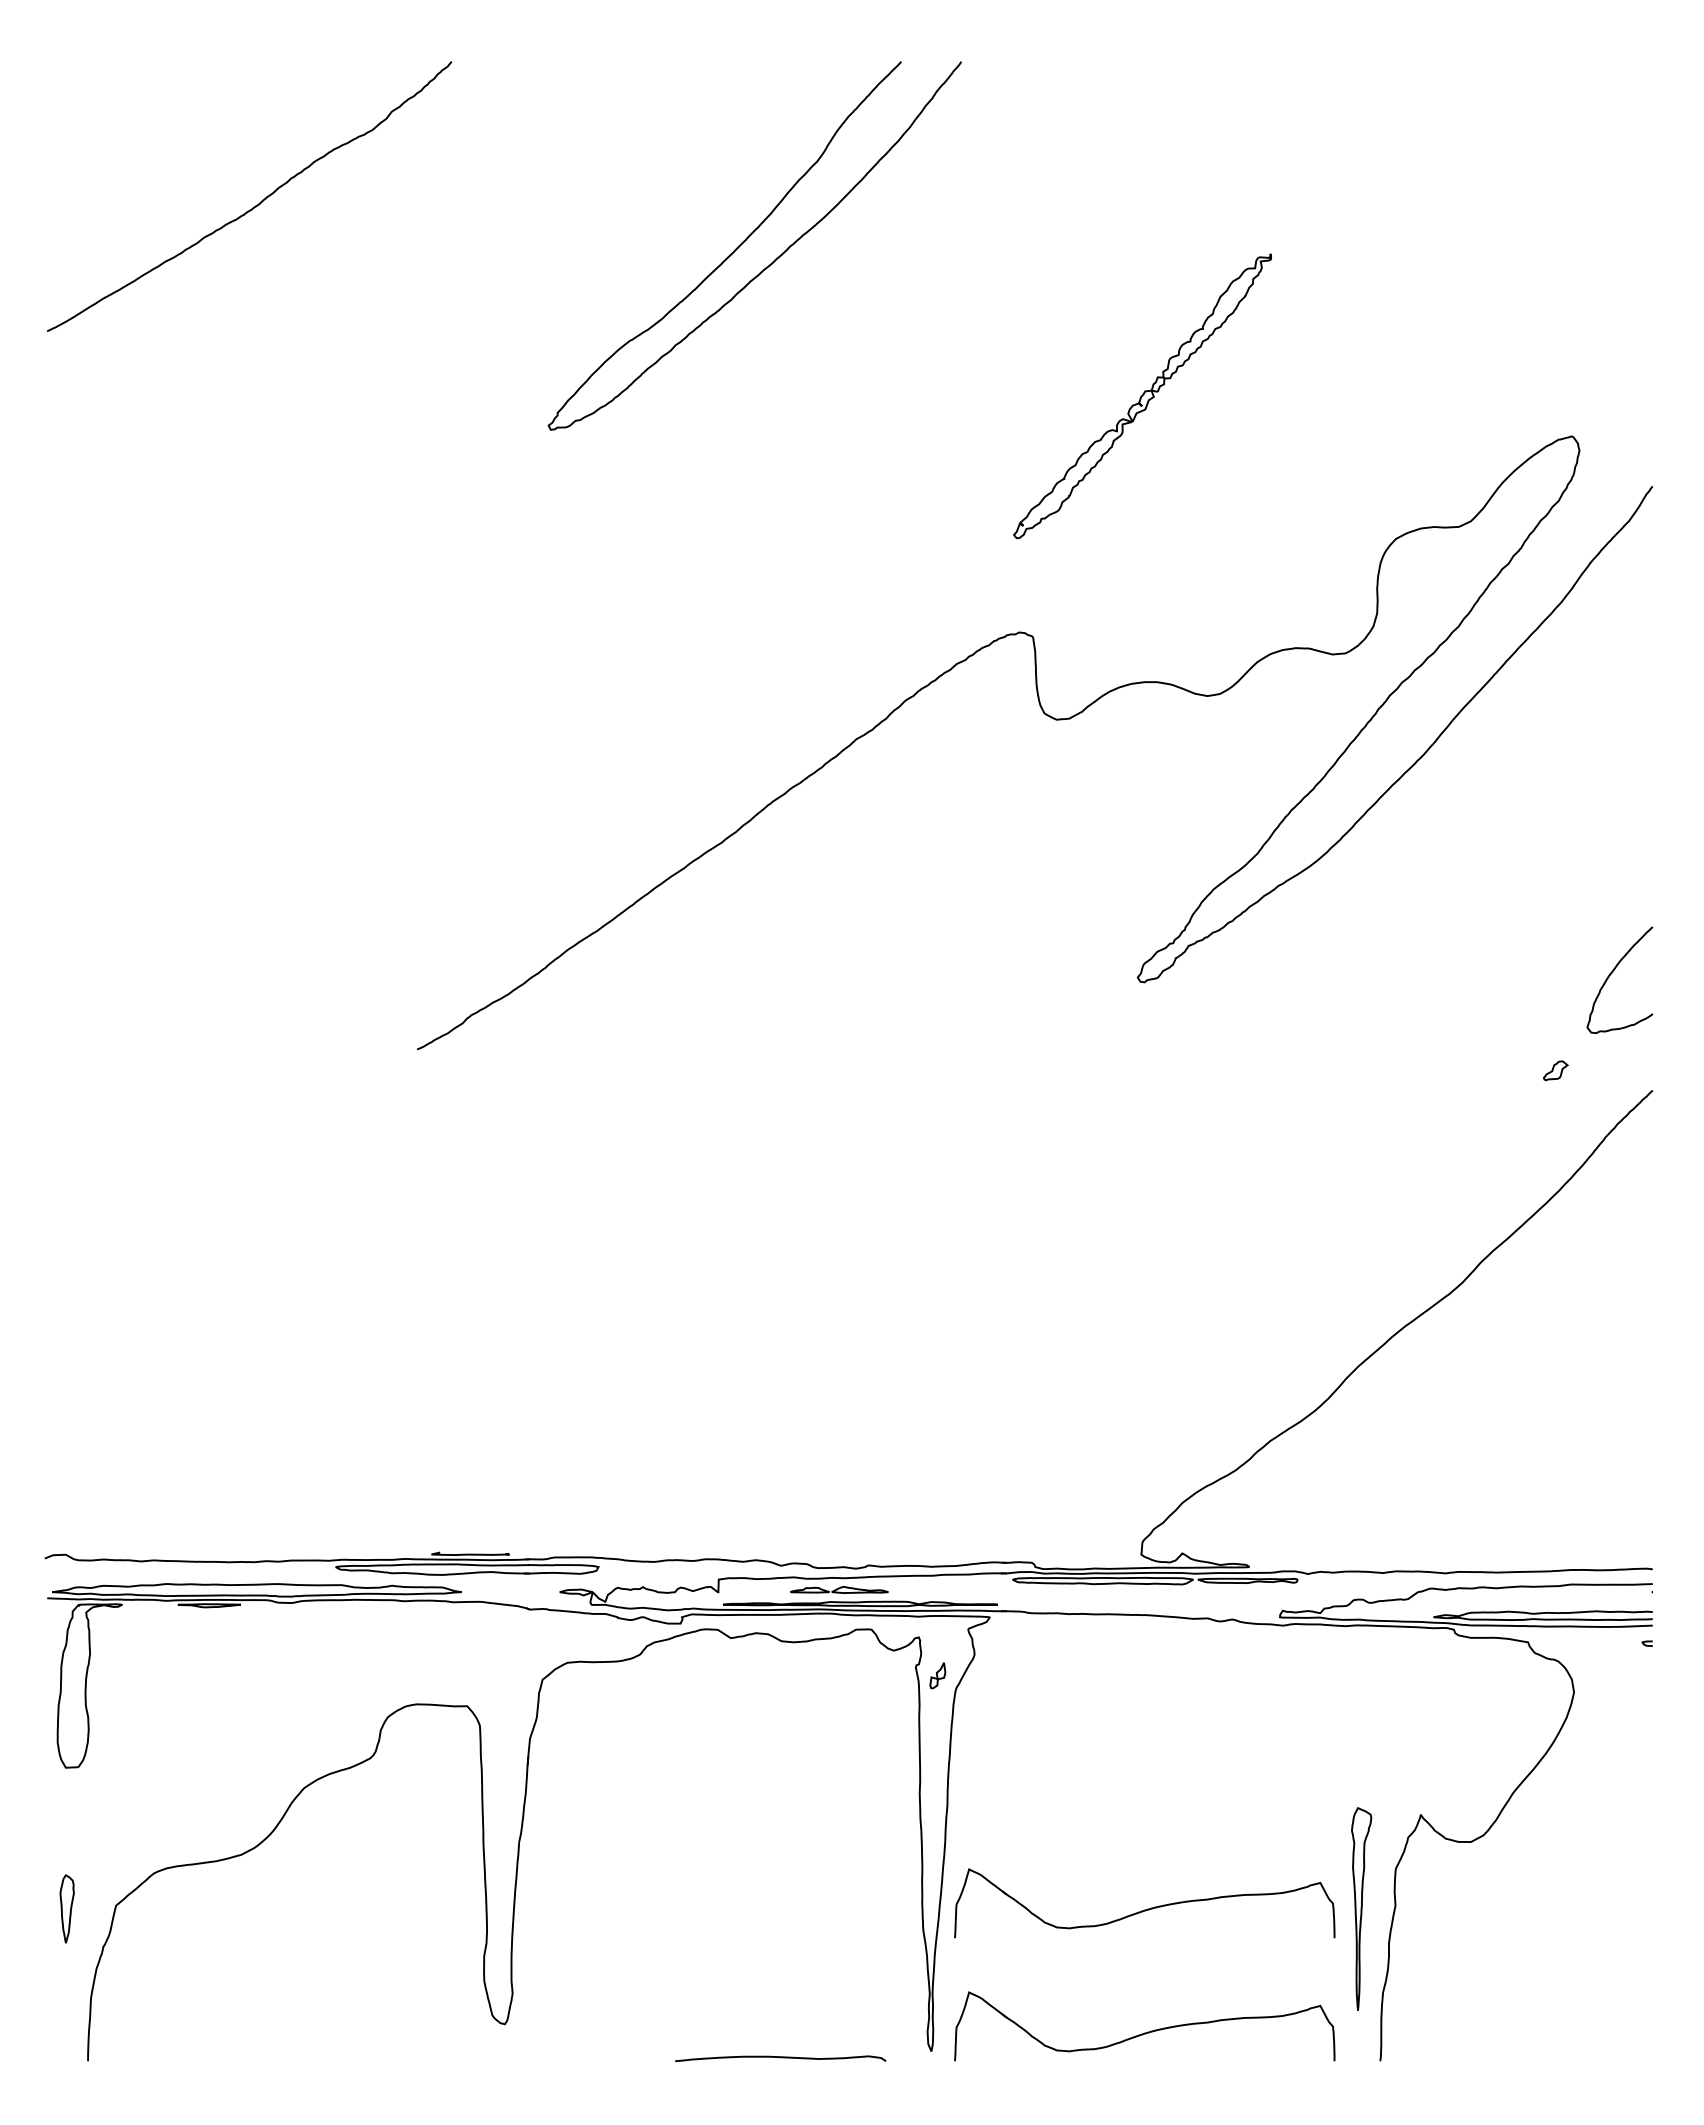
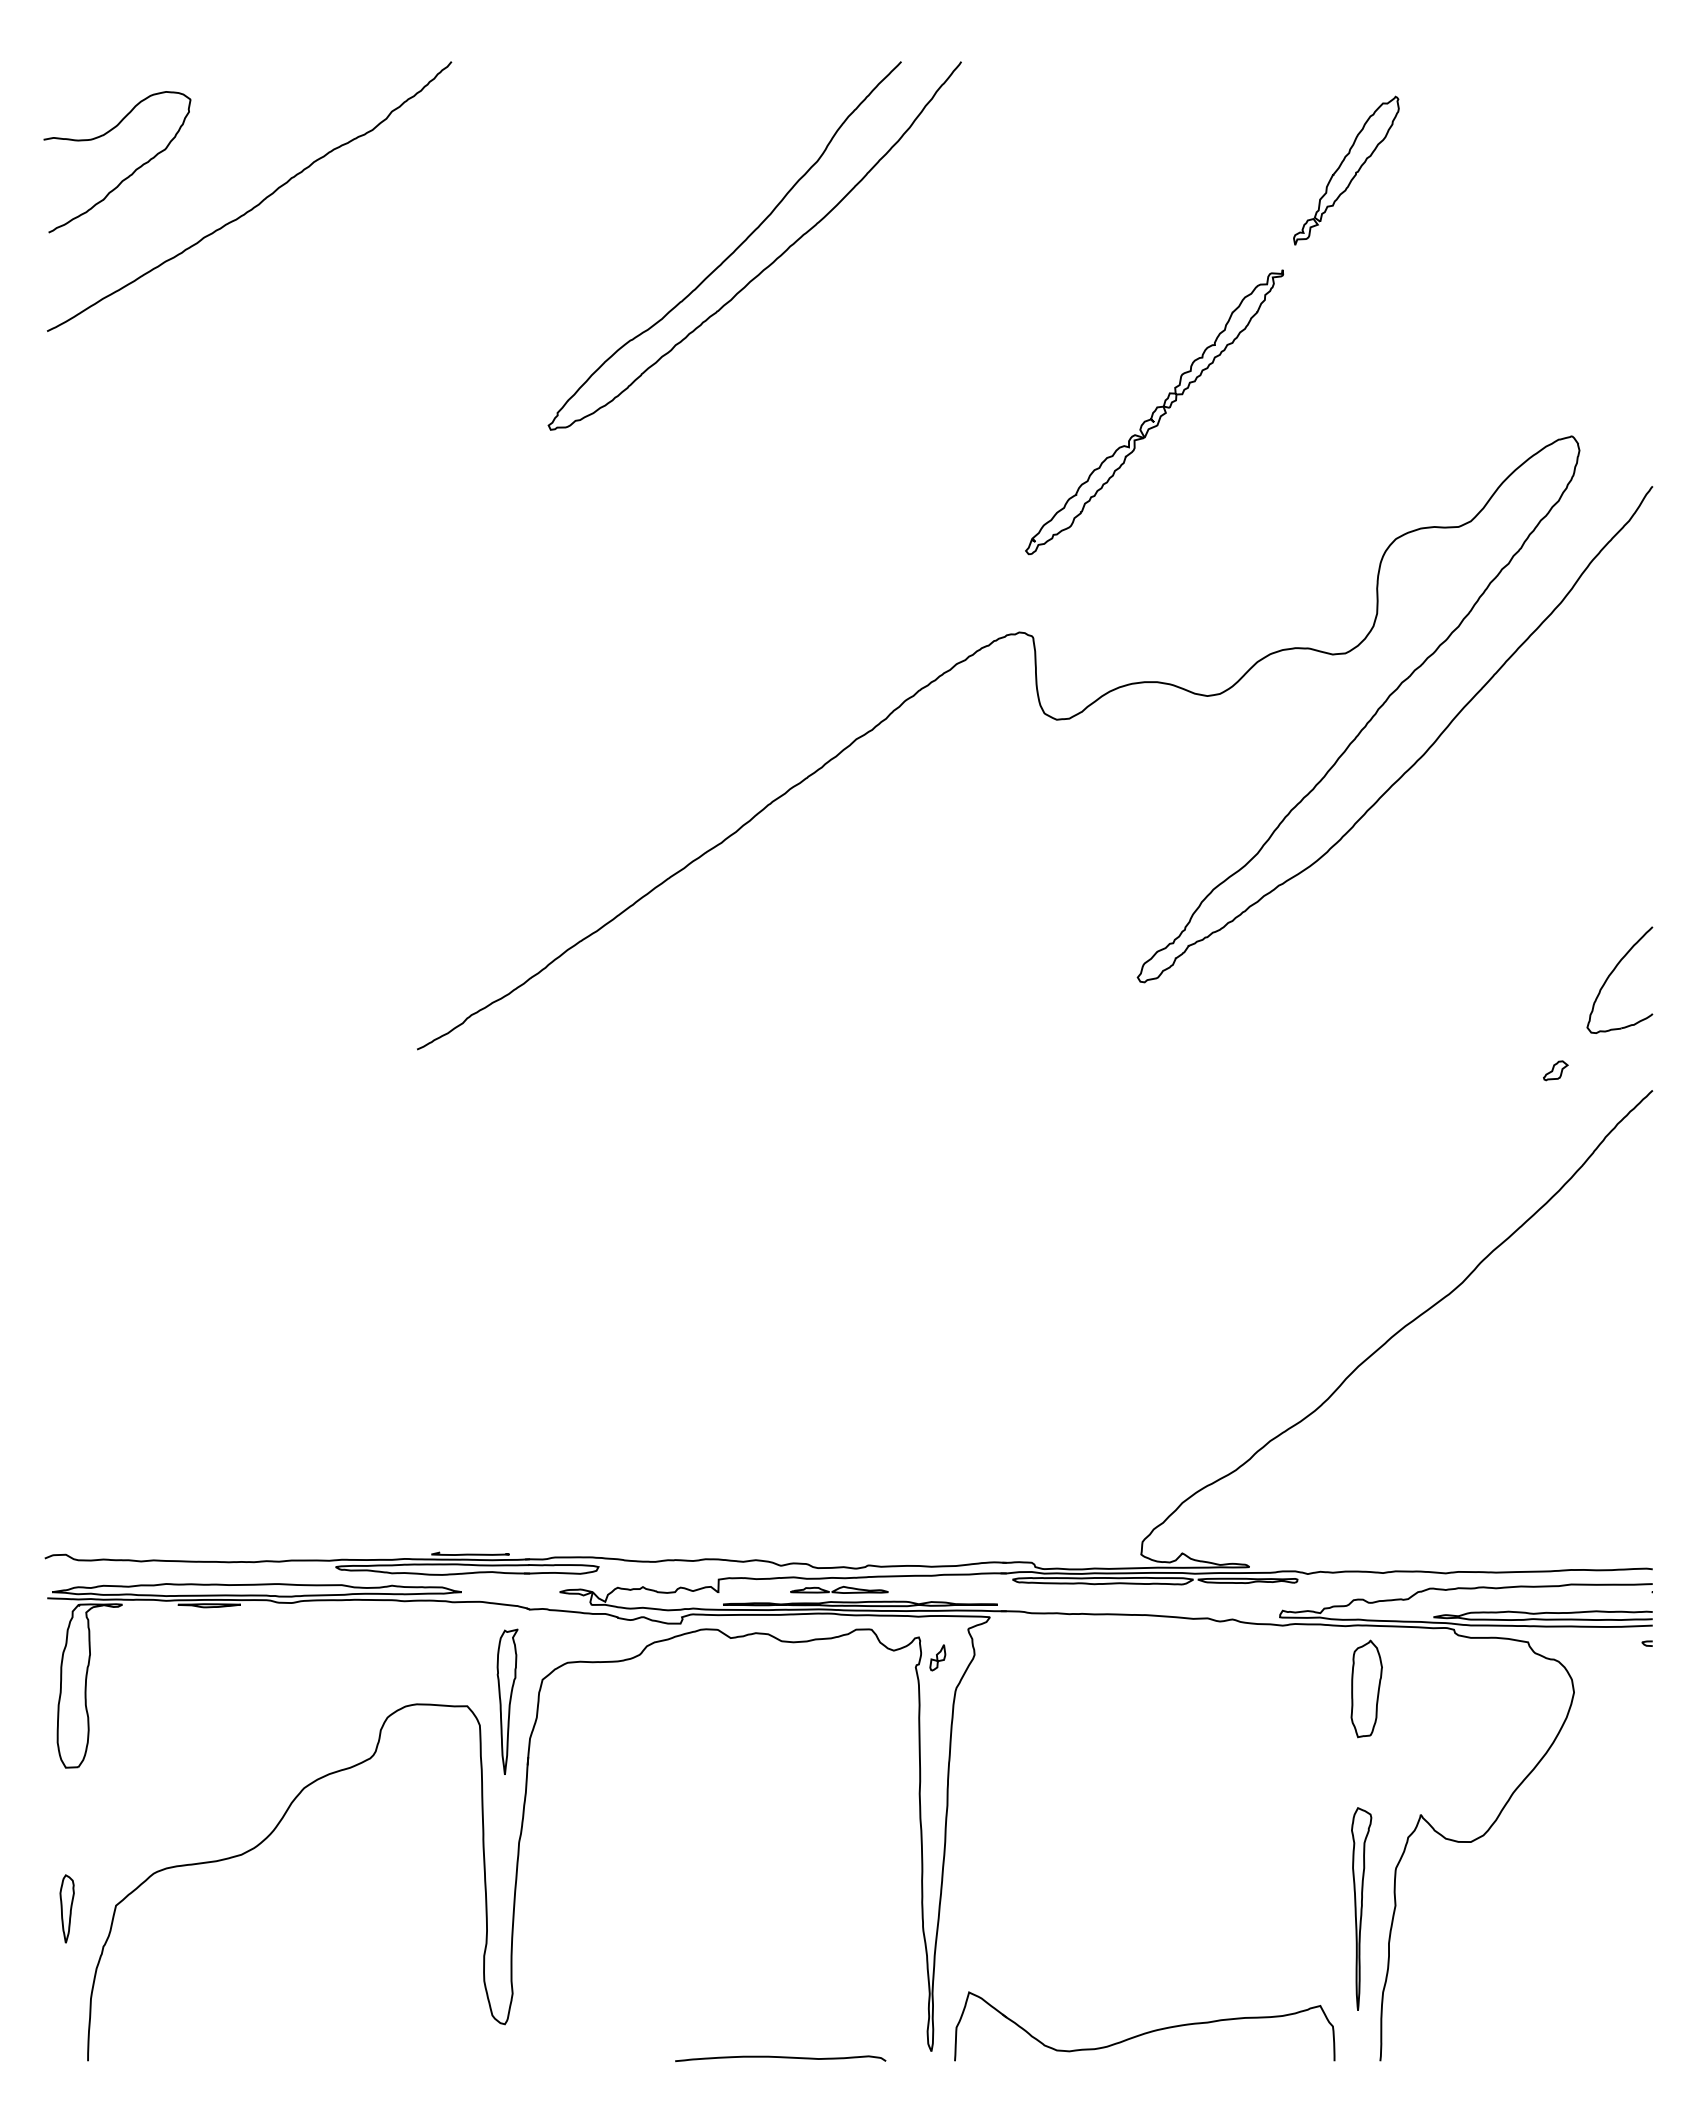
part at (1346, 170): none -> present
curve at (128, 175): none -> present
part at (1142, 396) position: (1142, 396) -> (1154, 412)
part at (937, 1675) position: (937, 1675) -> (937, 1657)
part at (1366, 1688): none -> present
part at (507, 1701): none -> present
part at (1144, 1903): present -> none
